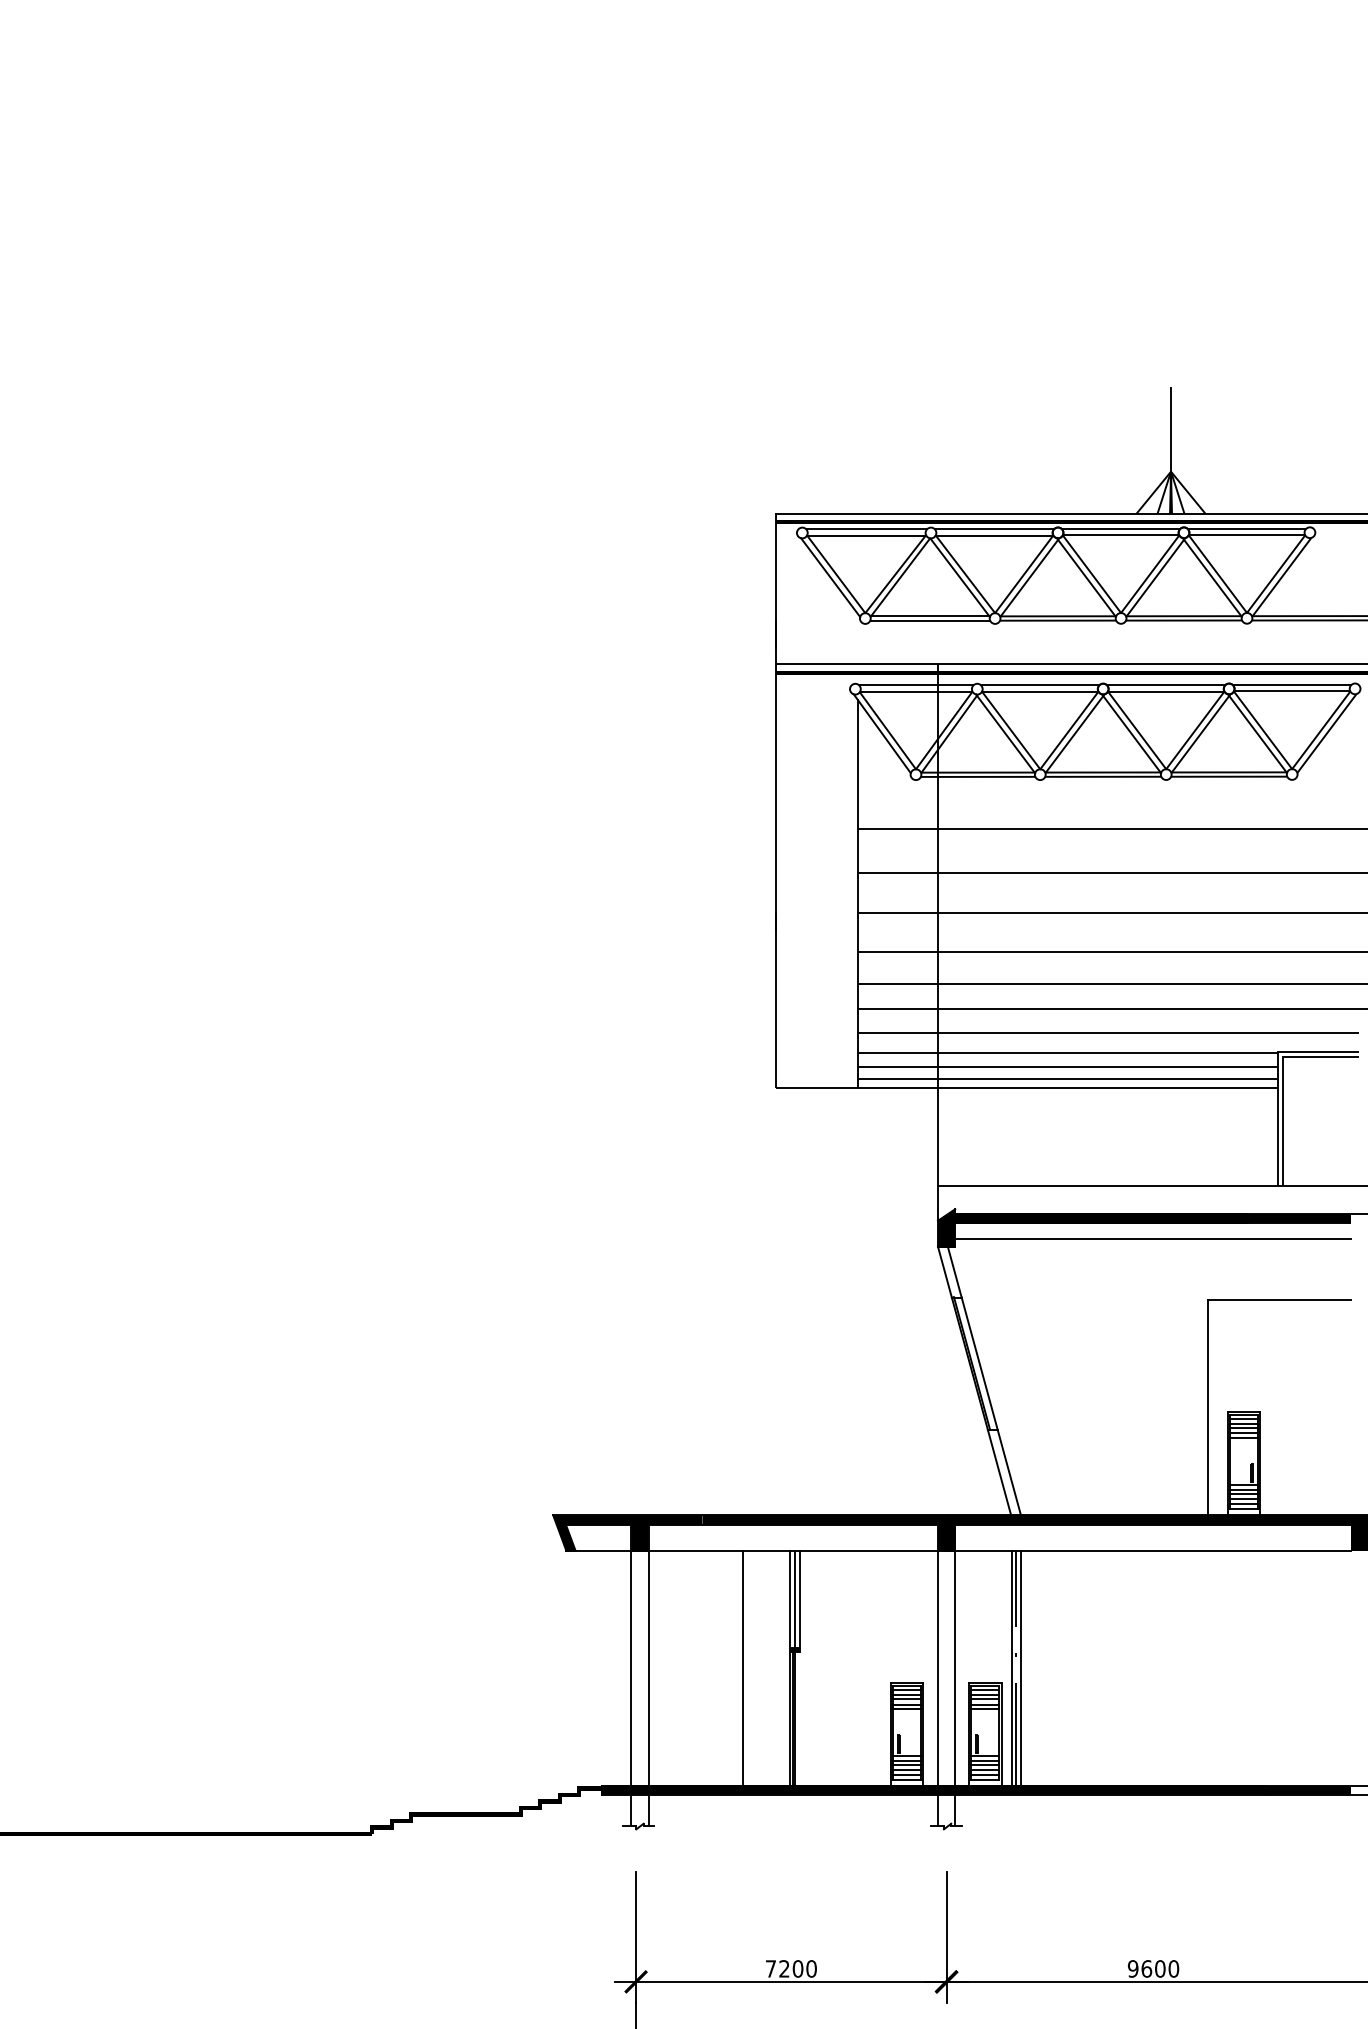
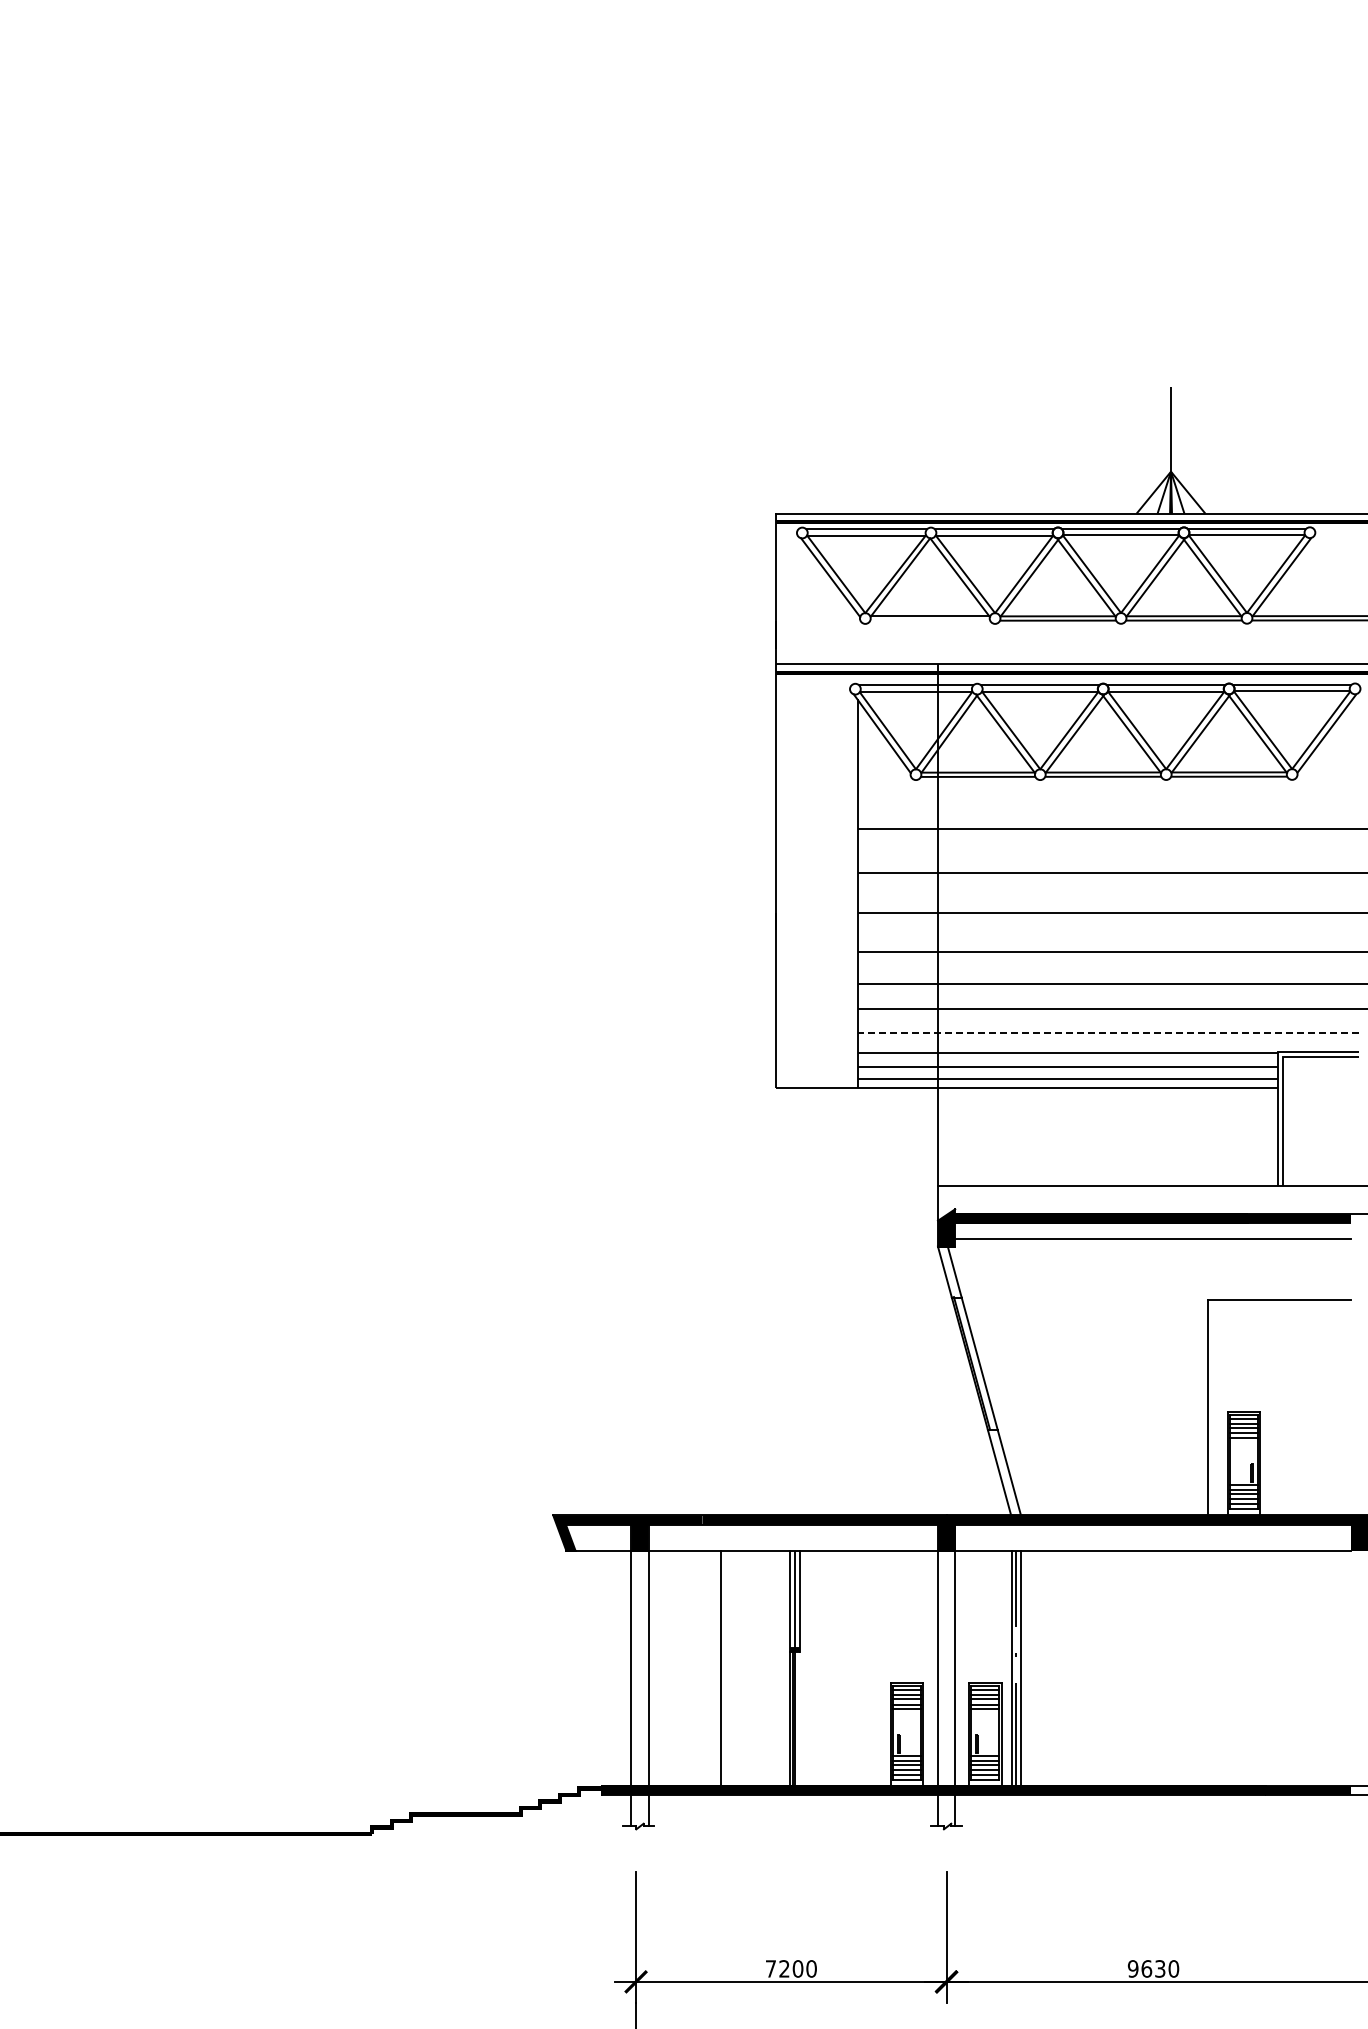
line at (930, 620): present -> none
line at (1108, 1032): solid -> dashed
line at (743, 1668) position: (743, 1668) -> (721, 1668)
text at (1160, 1968): 9600 -> 9630
